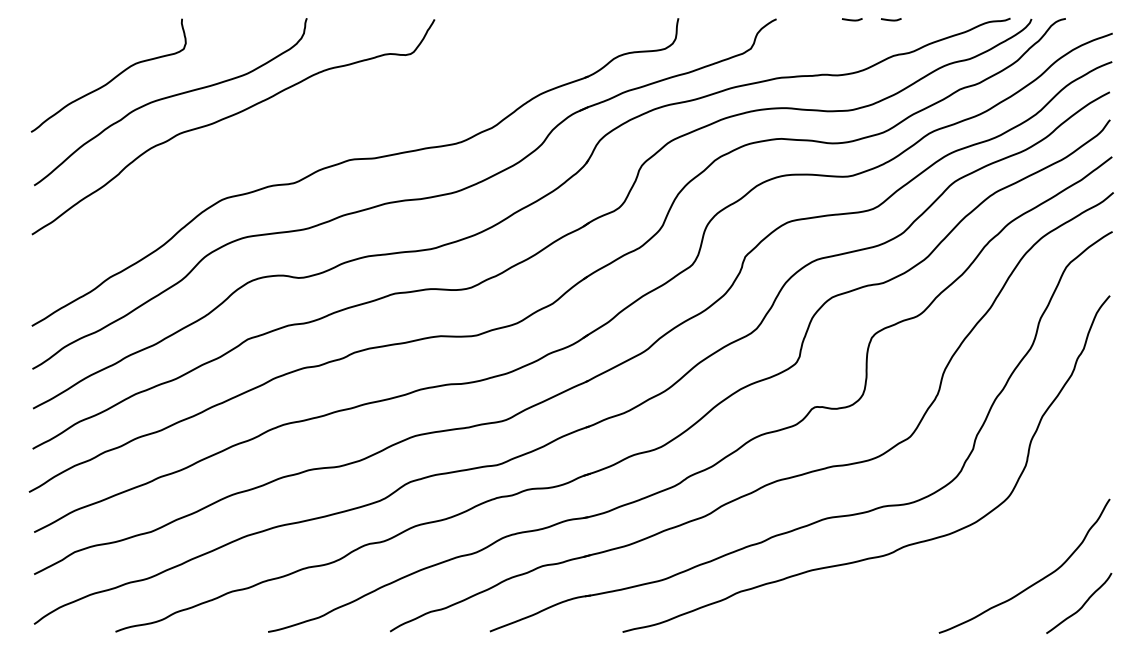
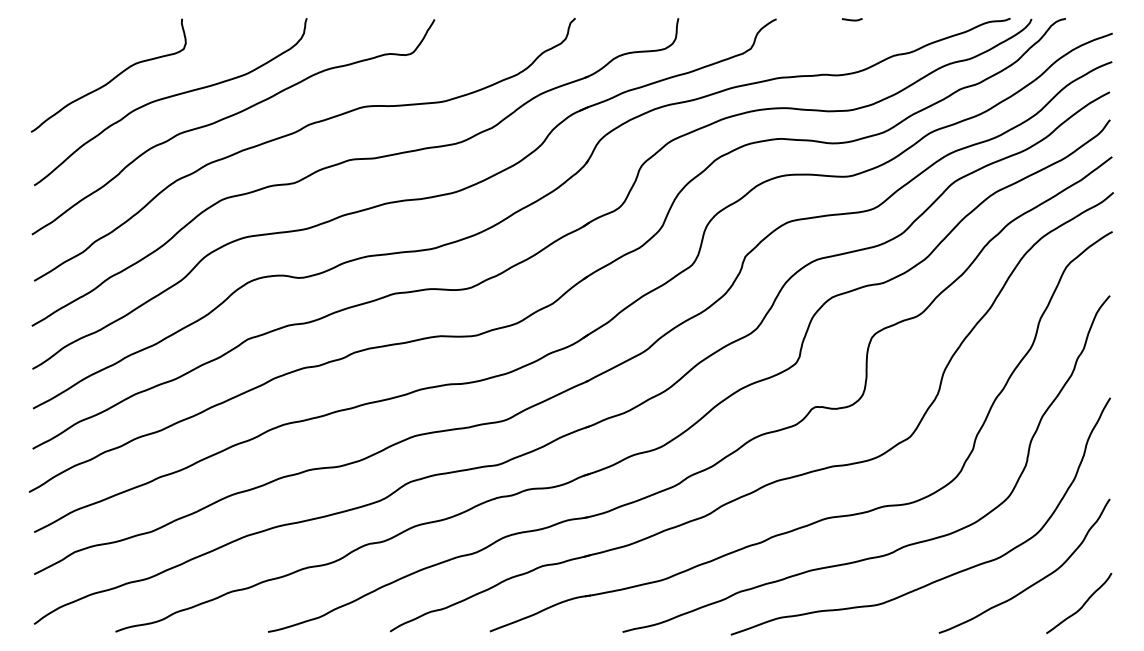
line at (891, 19): present -> none
curve at (295, 133): none -> present
curve at (942, 577): none -> present
